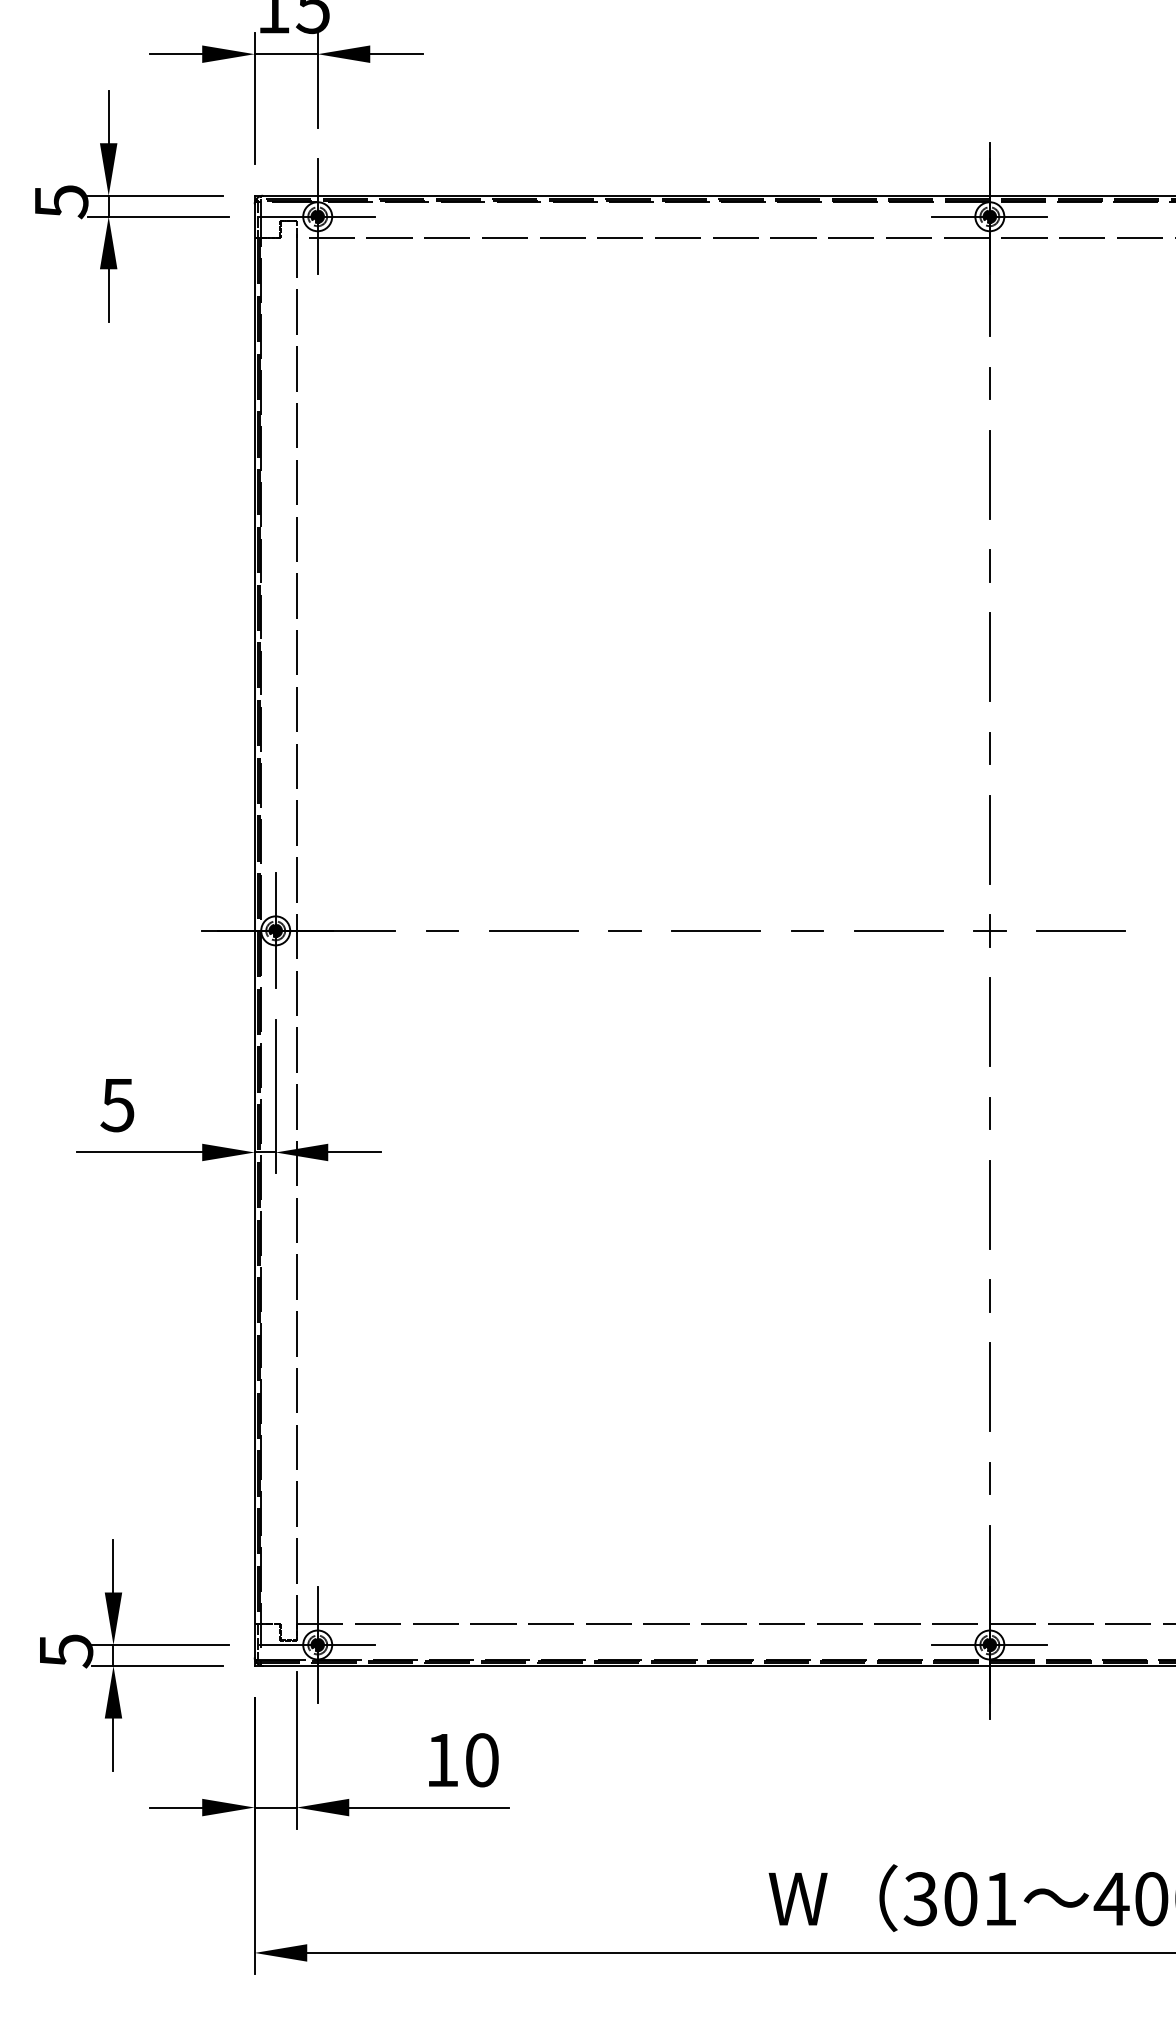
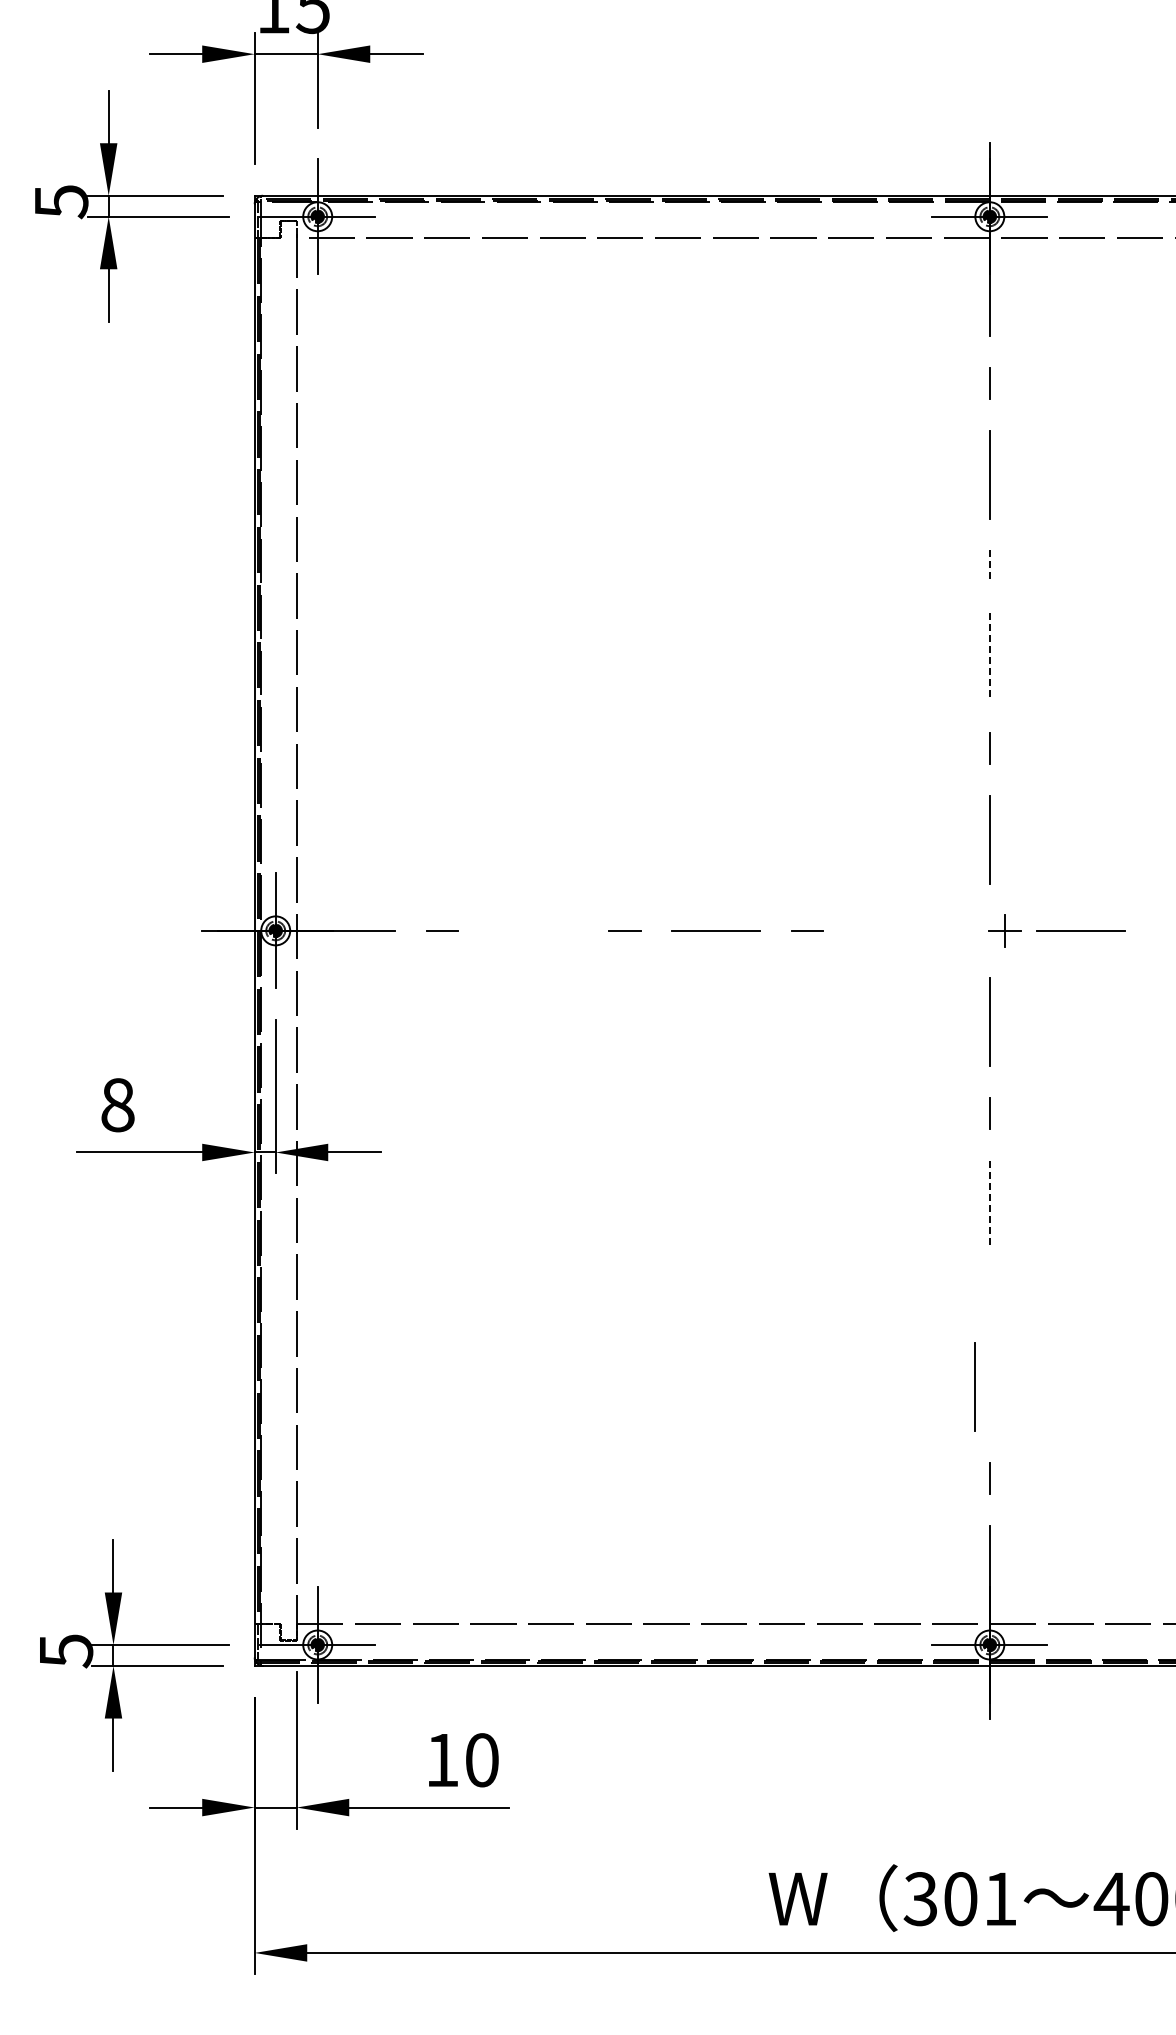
line at (989, 565): solid -> dashed
line at (989, 657): solid -> dashed
line at (533, 930): present -> none
line at (898, 930): present -> none
part at (989, 930) position: (989, 930) -> (1004, 930)
text at (117, 1105): 5 -> 8
line at (989, 1204): solid -> dashed
line at (989, 1295): present -> none
line at (989, 1386) position: (989, 1386) -> (974, 1386)
